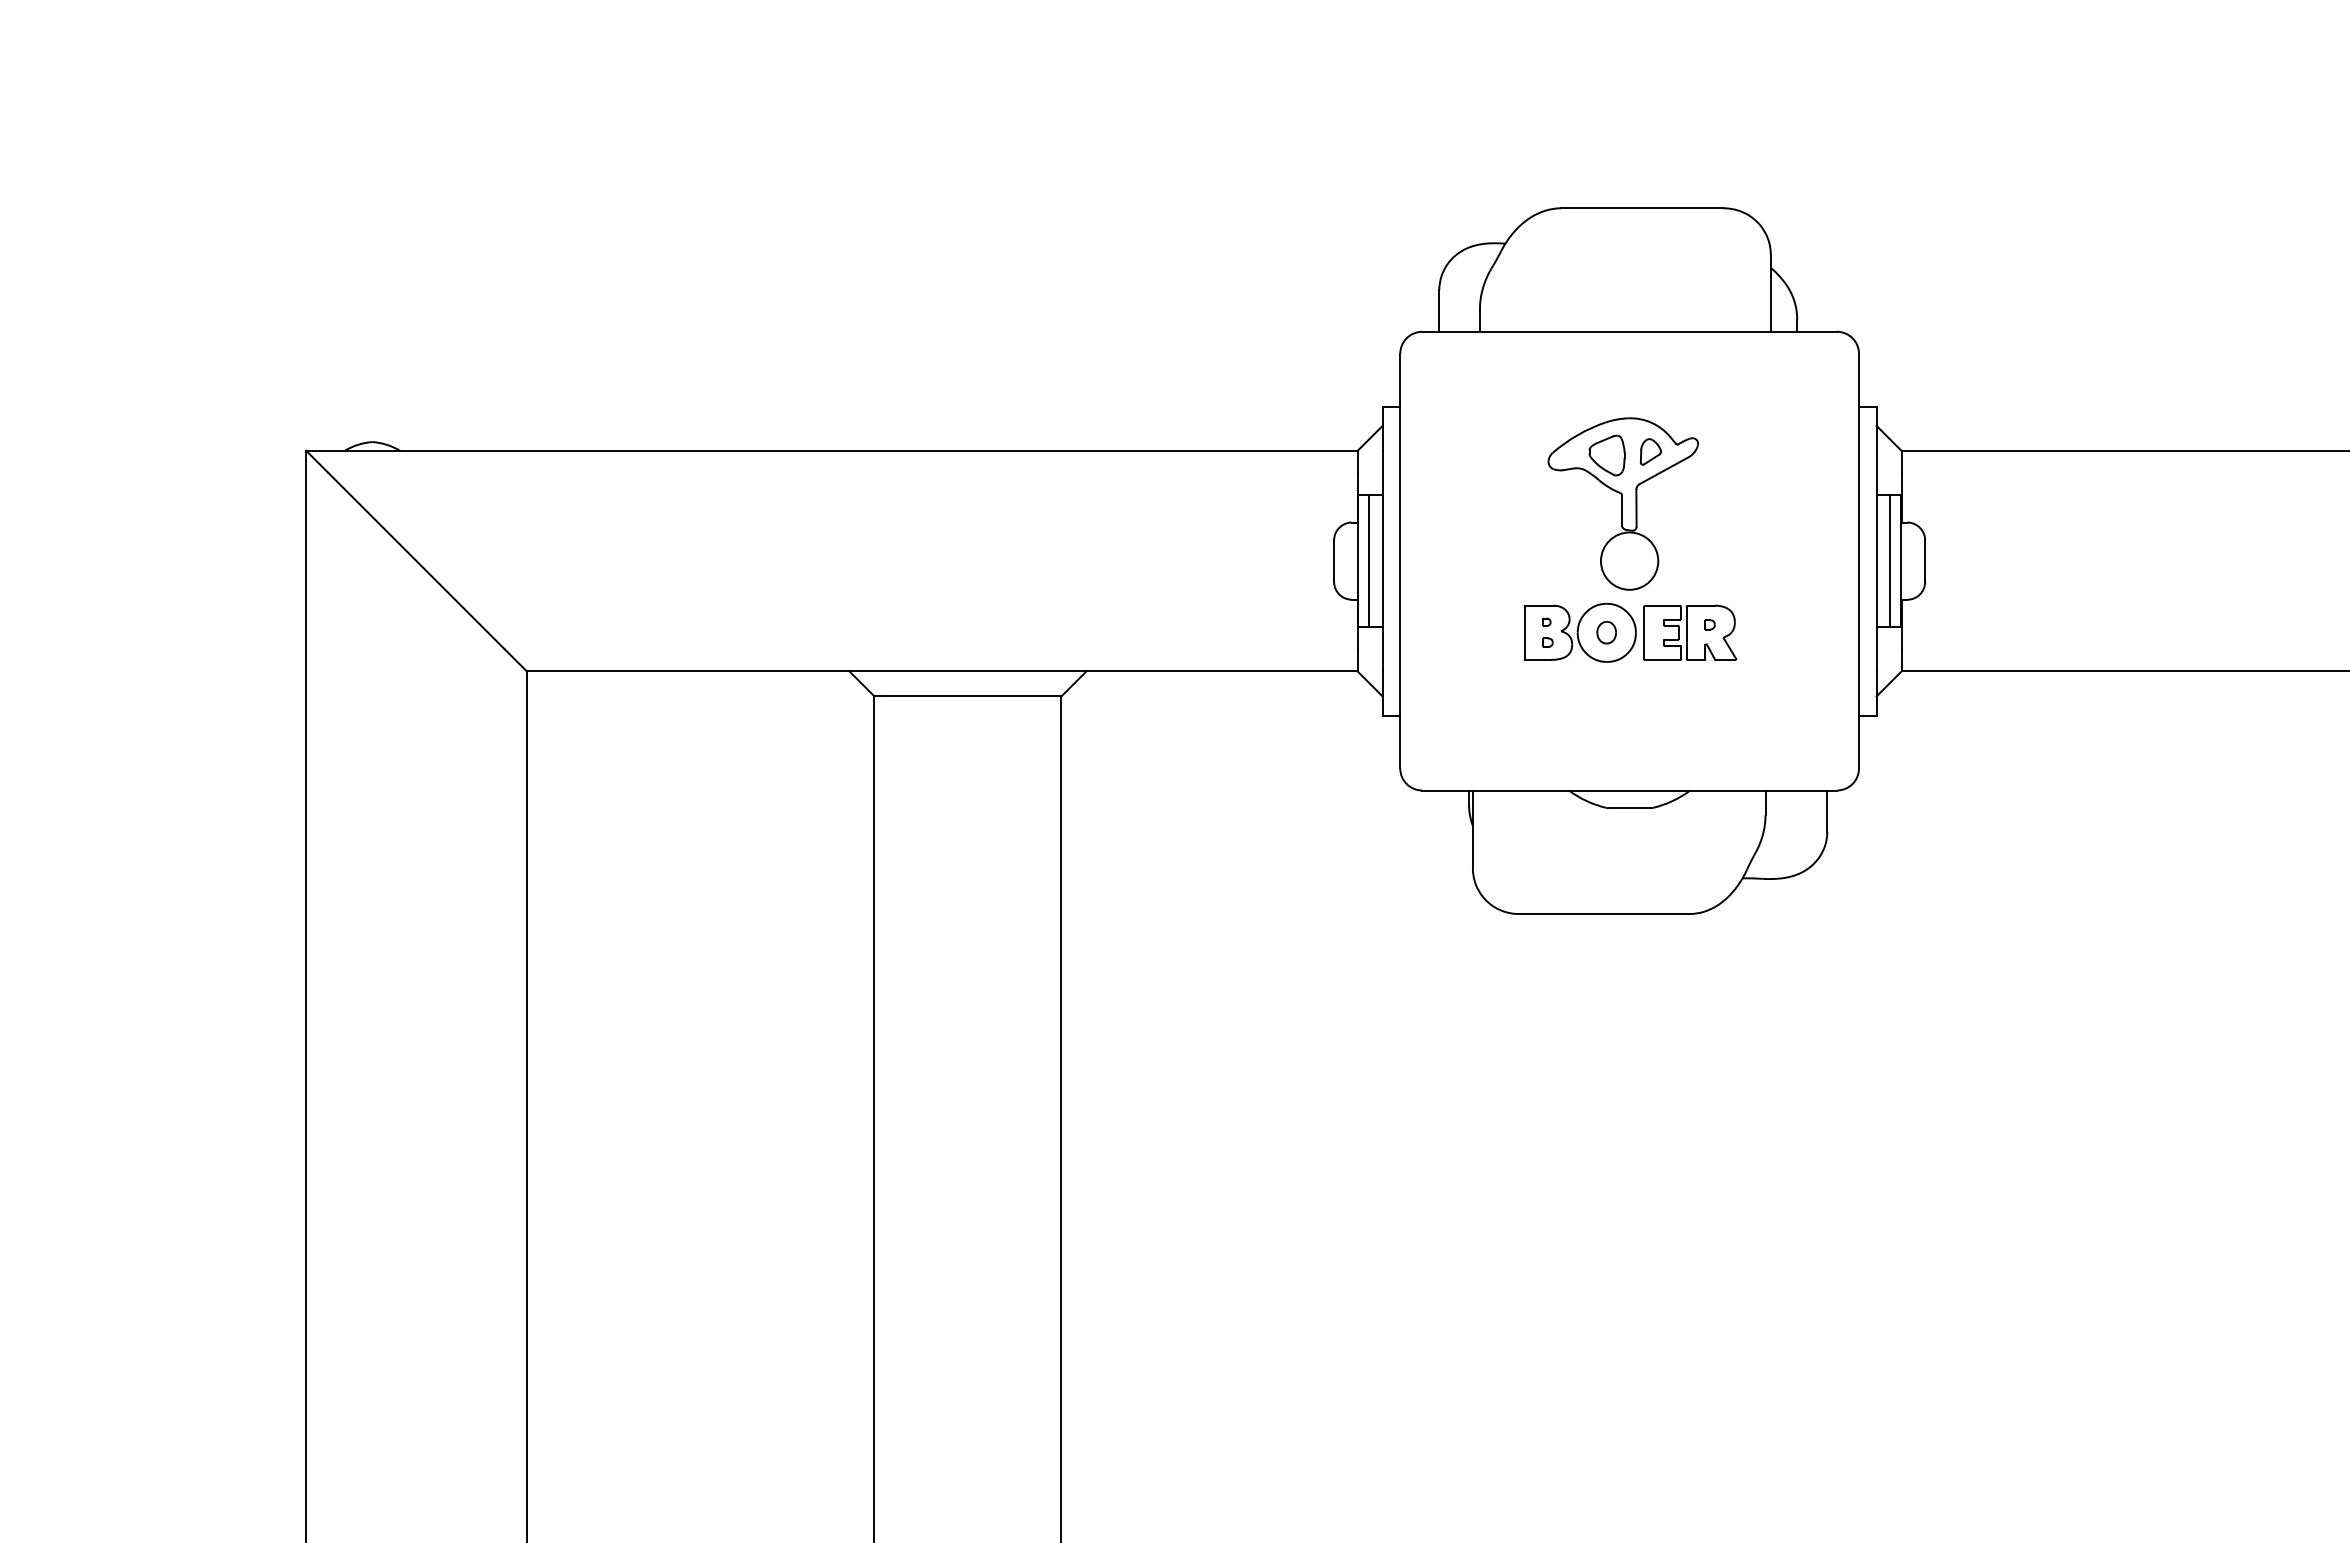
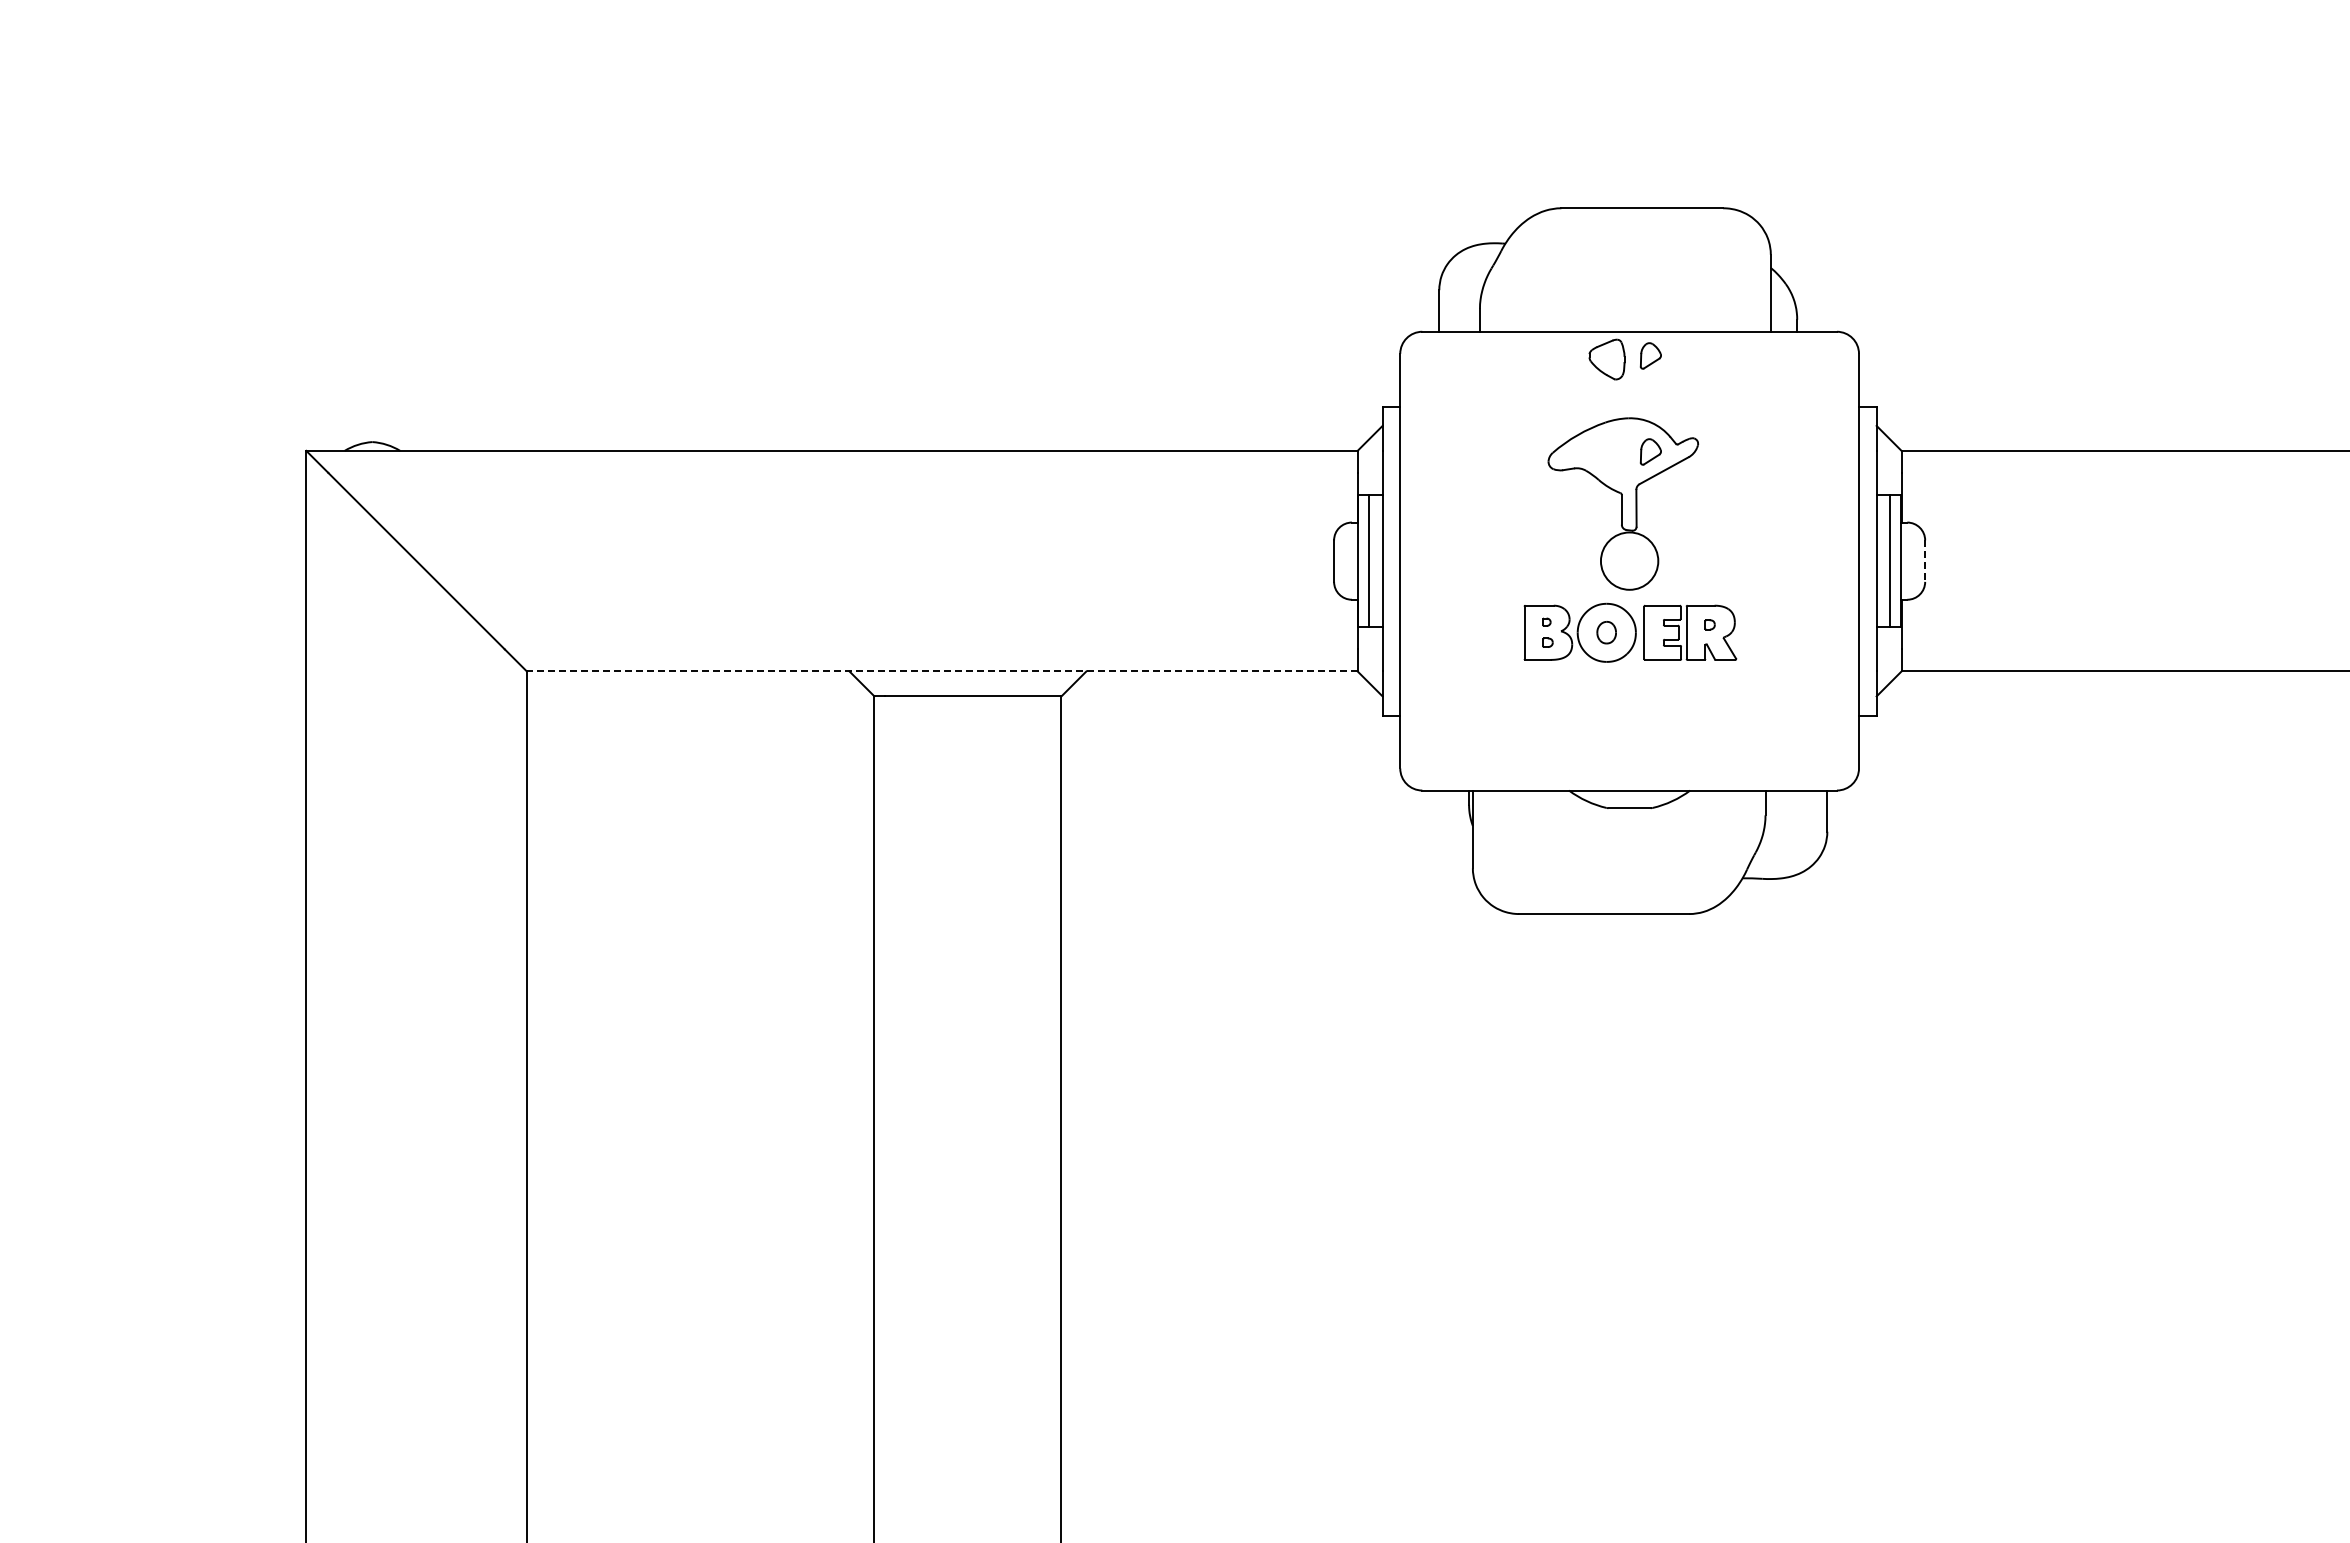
part at (1650, 355): none -> present
part at (1606, 455) position: (1606, 455) -> (1606, 359)
line at (1925, 561): solid -> dashed
line at (941, 671): solid -> dashed
